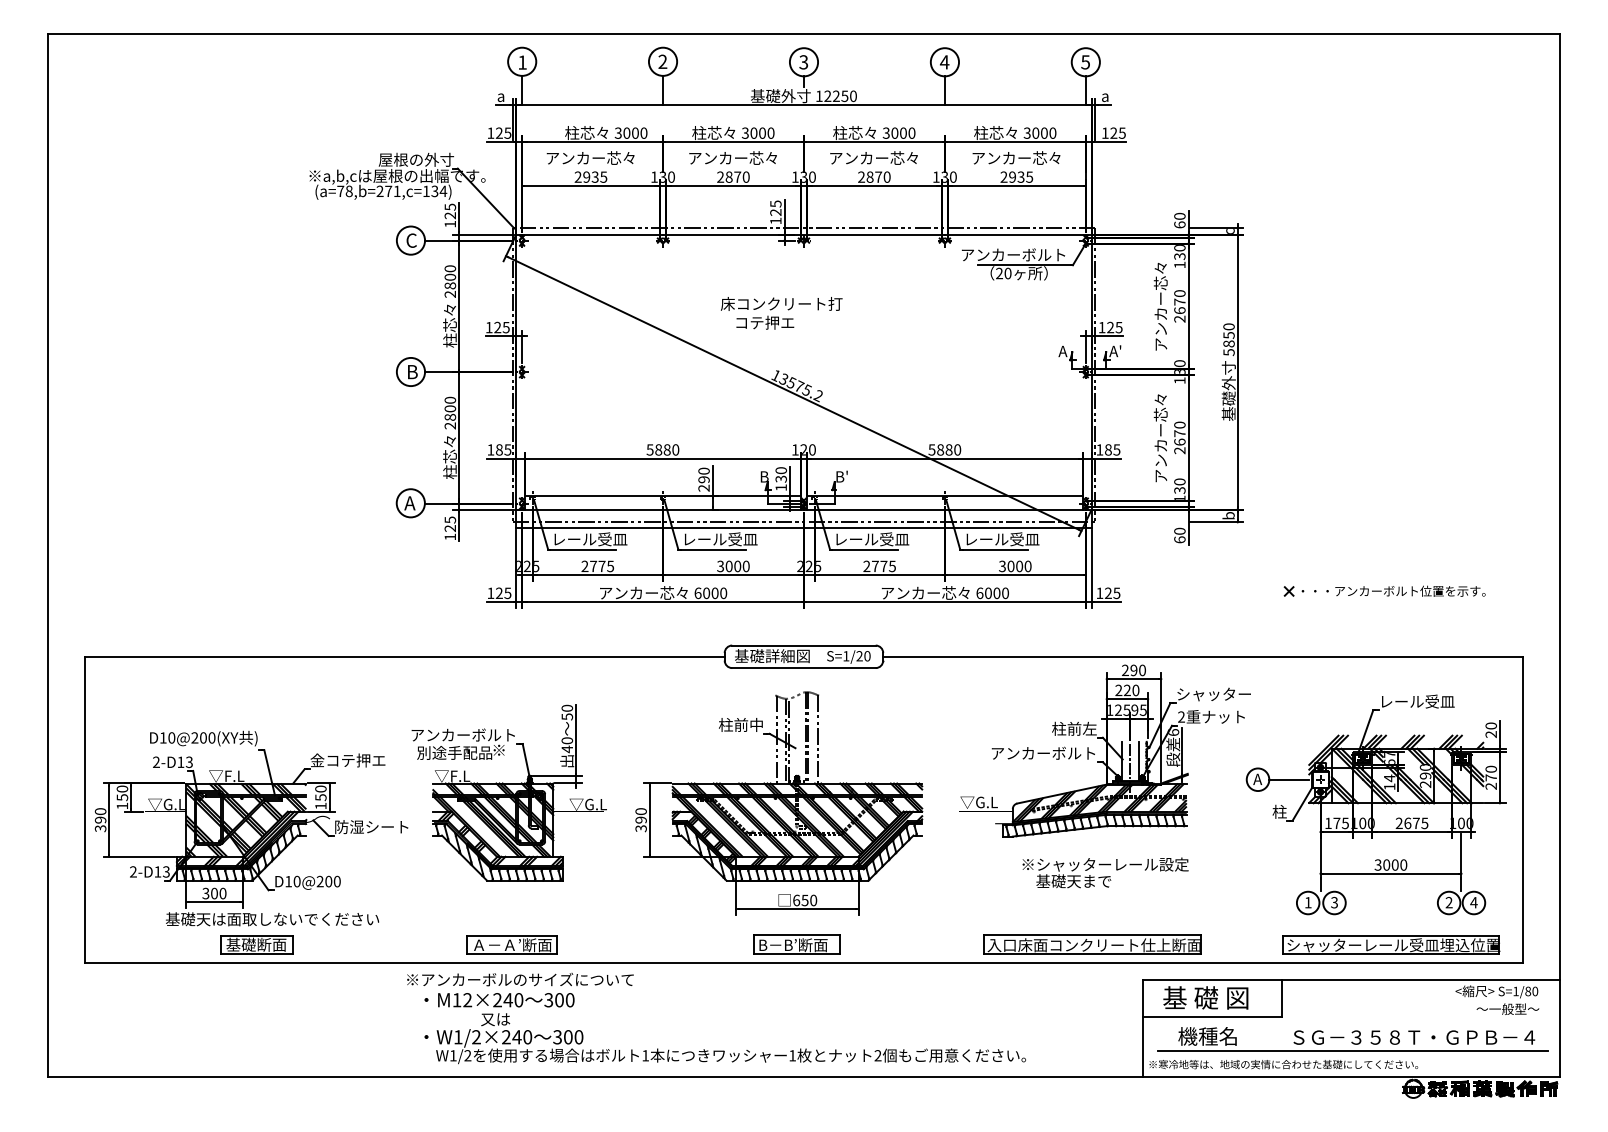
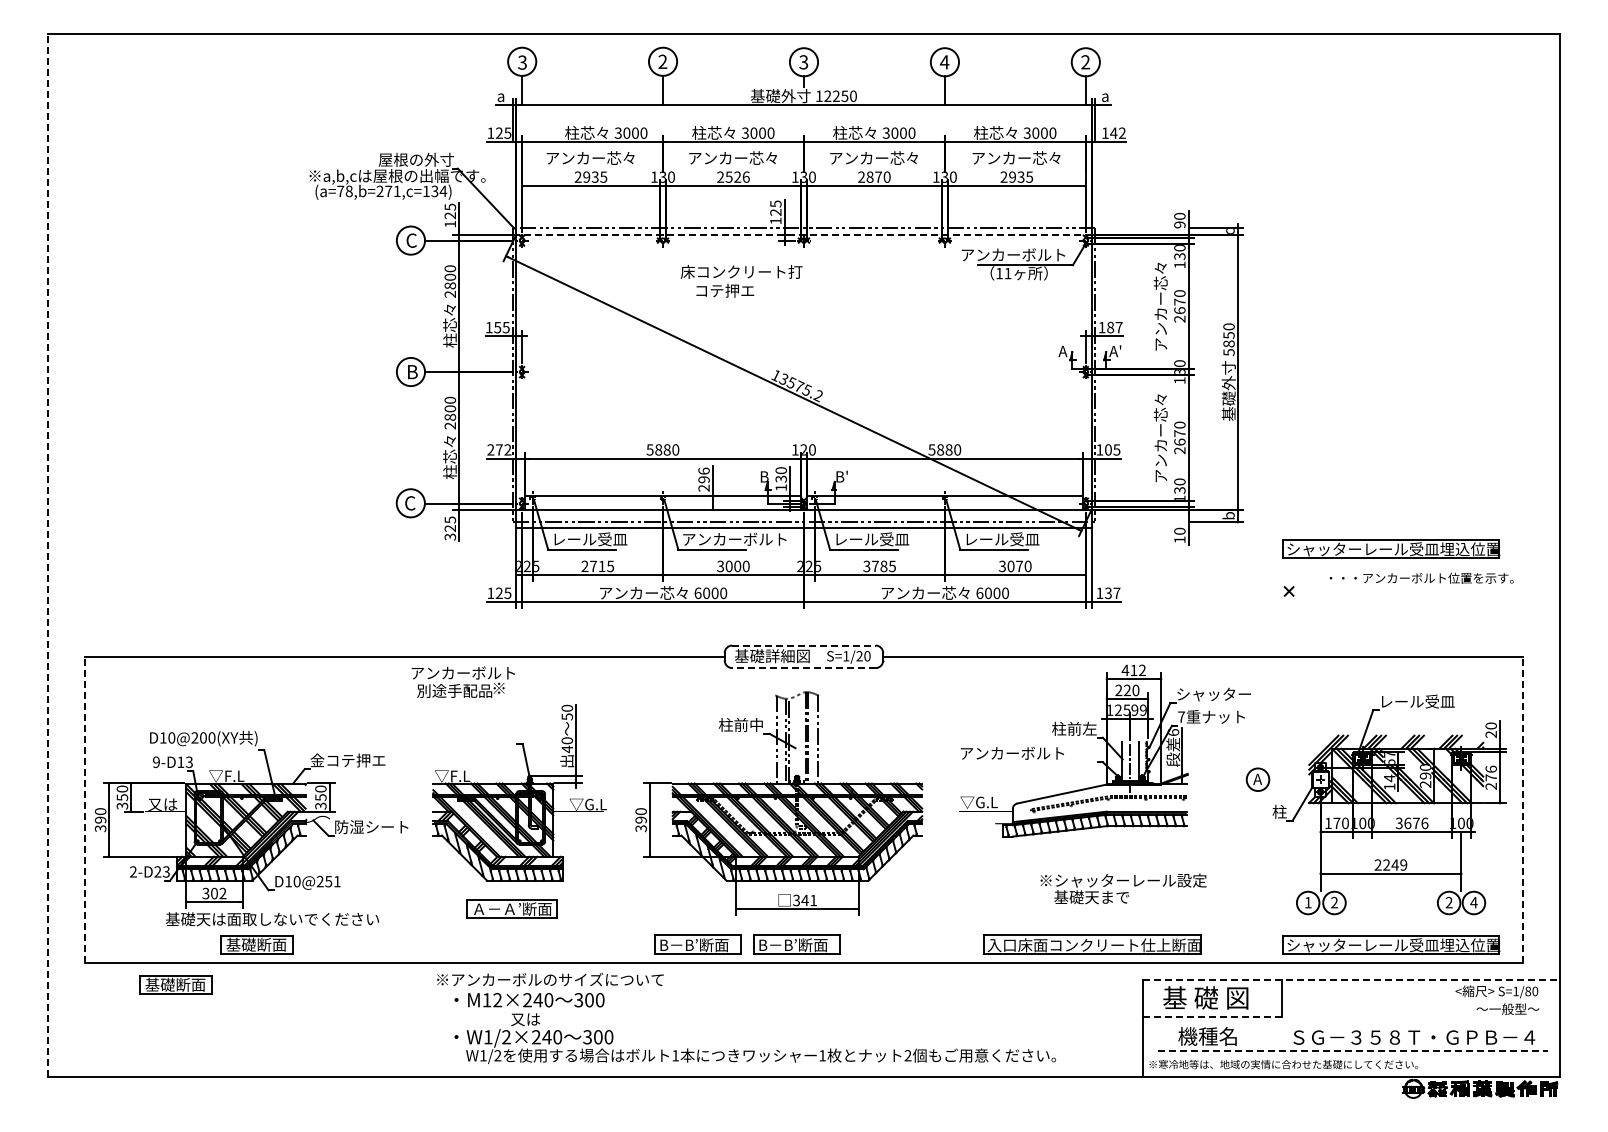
text at (522, 62): 1 -> 3
text at (1085, 62): 5 -> 2
text at (1117, 132): 125 -> 142
text at (737, 176): 2870 -> 2526
text at (1179, 224): 60 -> 90
line at (803, 234): solid -> dashed
text at (1003, 273): 20 -> 11
text at (781, 313) position: (781, 313) -> (741, 281)
text at (497, 327): 125 -> 155
text at (1114, 327): 125 -> 187
text at (499, 449): 185 -> 272
text at (1108, 449): 185 -> 105
text at (703, 470): 290 -> 296
text at (409, 503): A -> C
text at (450, 536): 125 -> 325
text at (734, 539): レール受皿 -> アンカーボルト
text at (1179, 539): 60 -> 10
part at (1391, 548): none -> present
line at (48, 555): solid -> dashed
text at (601, 566): 2775 -> 2715
text at (875, 566): 2775 -> 3785
text at (1019, 566): 3000 -> 3070
text at (1393, 590) position: (1393, 590) -> (1421, 577)
text at (1112, 593): 125 -> 137
line at (803, 645): solid -> dashed
line at (803, 668): solid -> dashed
text at (1133, 670): 290 -> 412
text at (1142, 709): 95 -> 99
text at (1181, 716): 2 -> 7
text at (462, 743) position: (462, 743) -> (462, 681)
text at (1042, 752) position: (1042, 752) -> (1011, 752)
text at (156, 762): 2-D13 -> 9-D13
text at (1490, 768): 270 -> 276
line at (1289, 779): present -> none
hatch at (1099, 802): present -> none
text at (166, 804): ▽G.L -> 又は
text at (122, 805): 150 -> 350
text at (320, 805): 150 -> 350
line at (85, 809): solid -> dashed
line at (1522, 809): solid -> dashed
text at (1344, 823): 175 -> 170
text at (1411, 823): 2675 -> 3676
text at (1390, 864): 3000 -> 2249
text at (157, 871): 2-D13 -> 2-D23
text at (1105, 872) position: (1105, 872) -> (1123, 888)
text at (332, 881): D10@200 -> D10@251
text at (222, 893): 300 -> 302
text at (805, 900): 650 -> 341
text at (1334, 902): 3 -> 2
part at (511, 944) position: (511, 944) -> (511, 908)
part at (697, 944): none -> present
line at (1351, 979): solid -> dashed
part at (175, 984): none -> present
line at (1212, 1017): solid -> dashed
text at (716, 1018) position: (716, 1018) -> (746, 1018)
line at (1353, 1051): solid -> dashed
